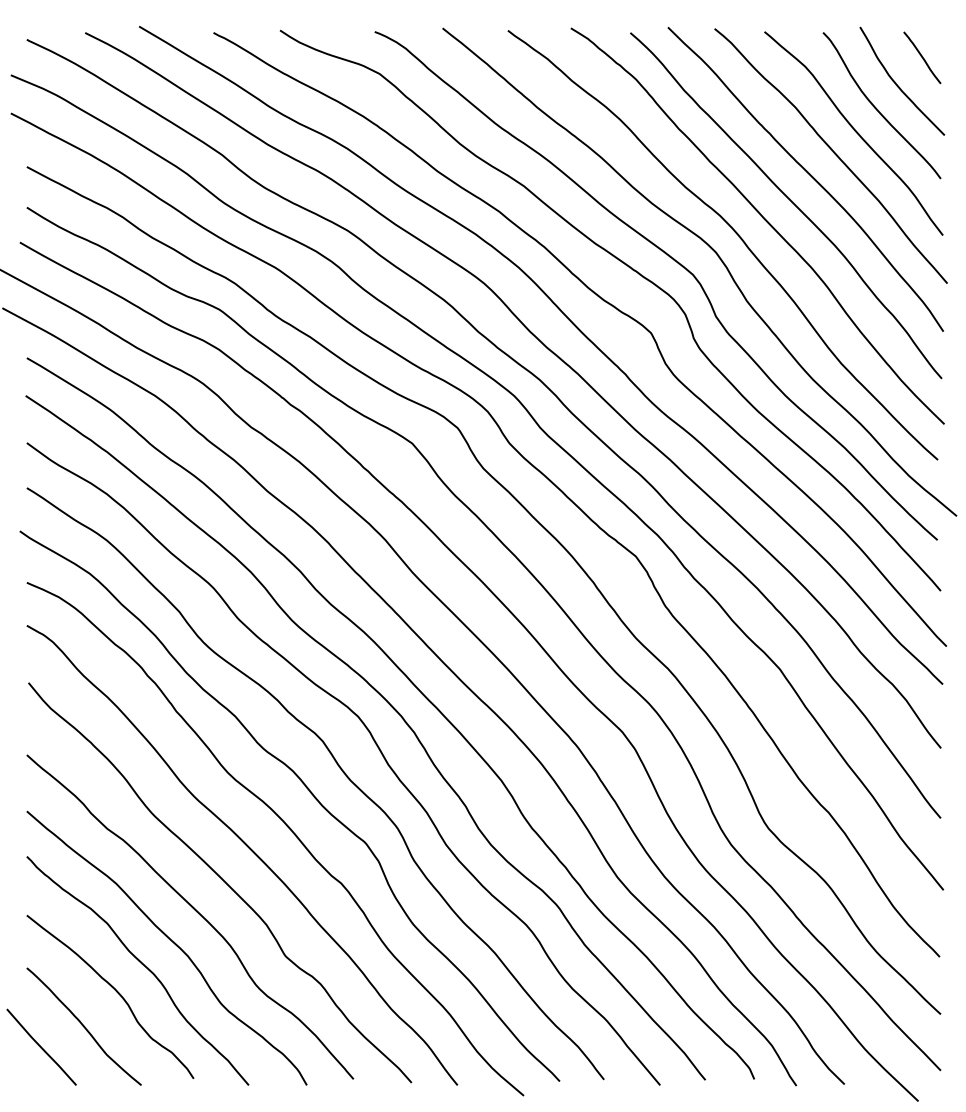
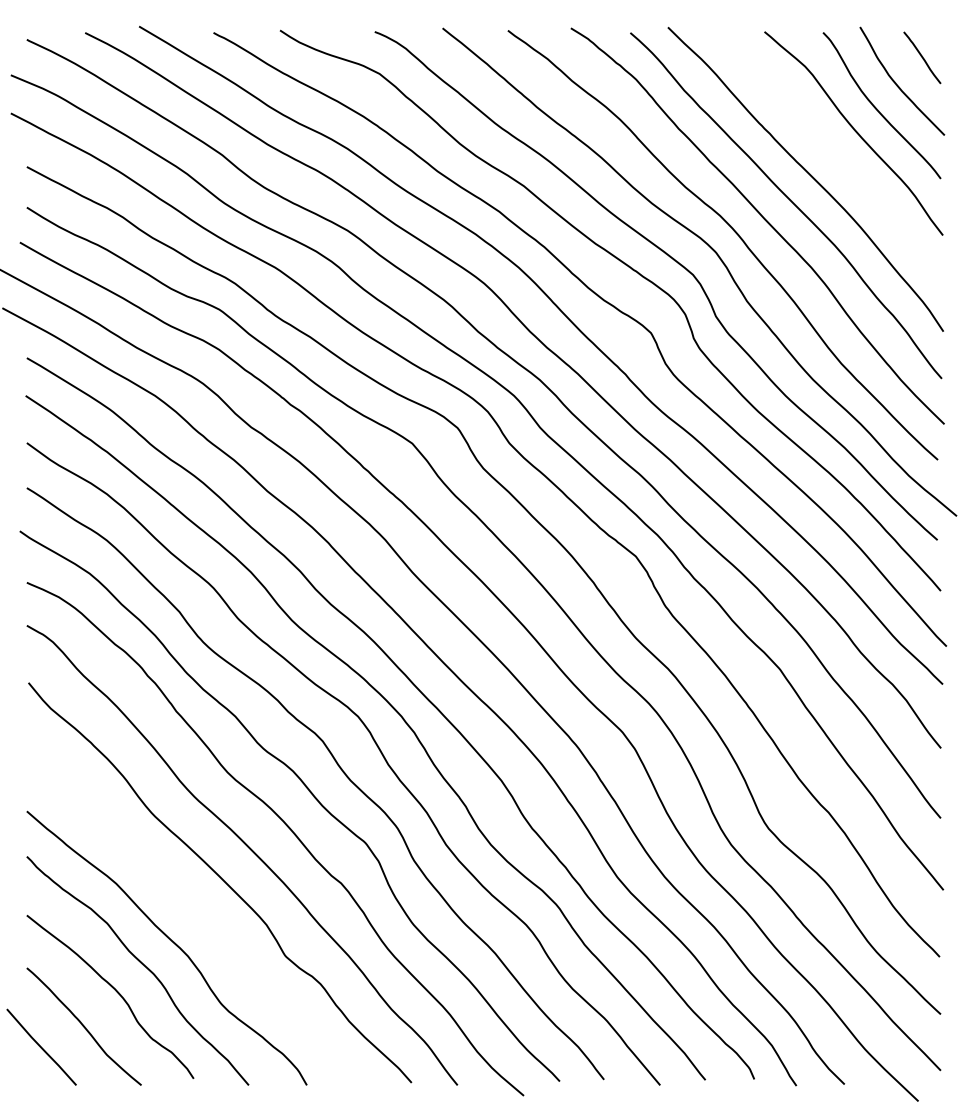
curve at (832, 152): present -> none
curve at (195, 911): present -> none
